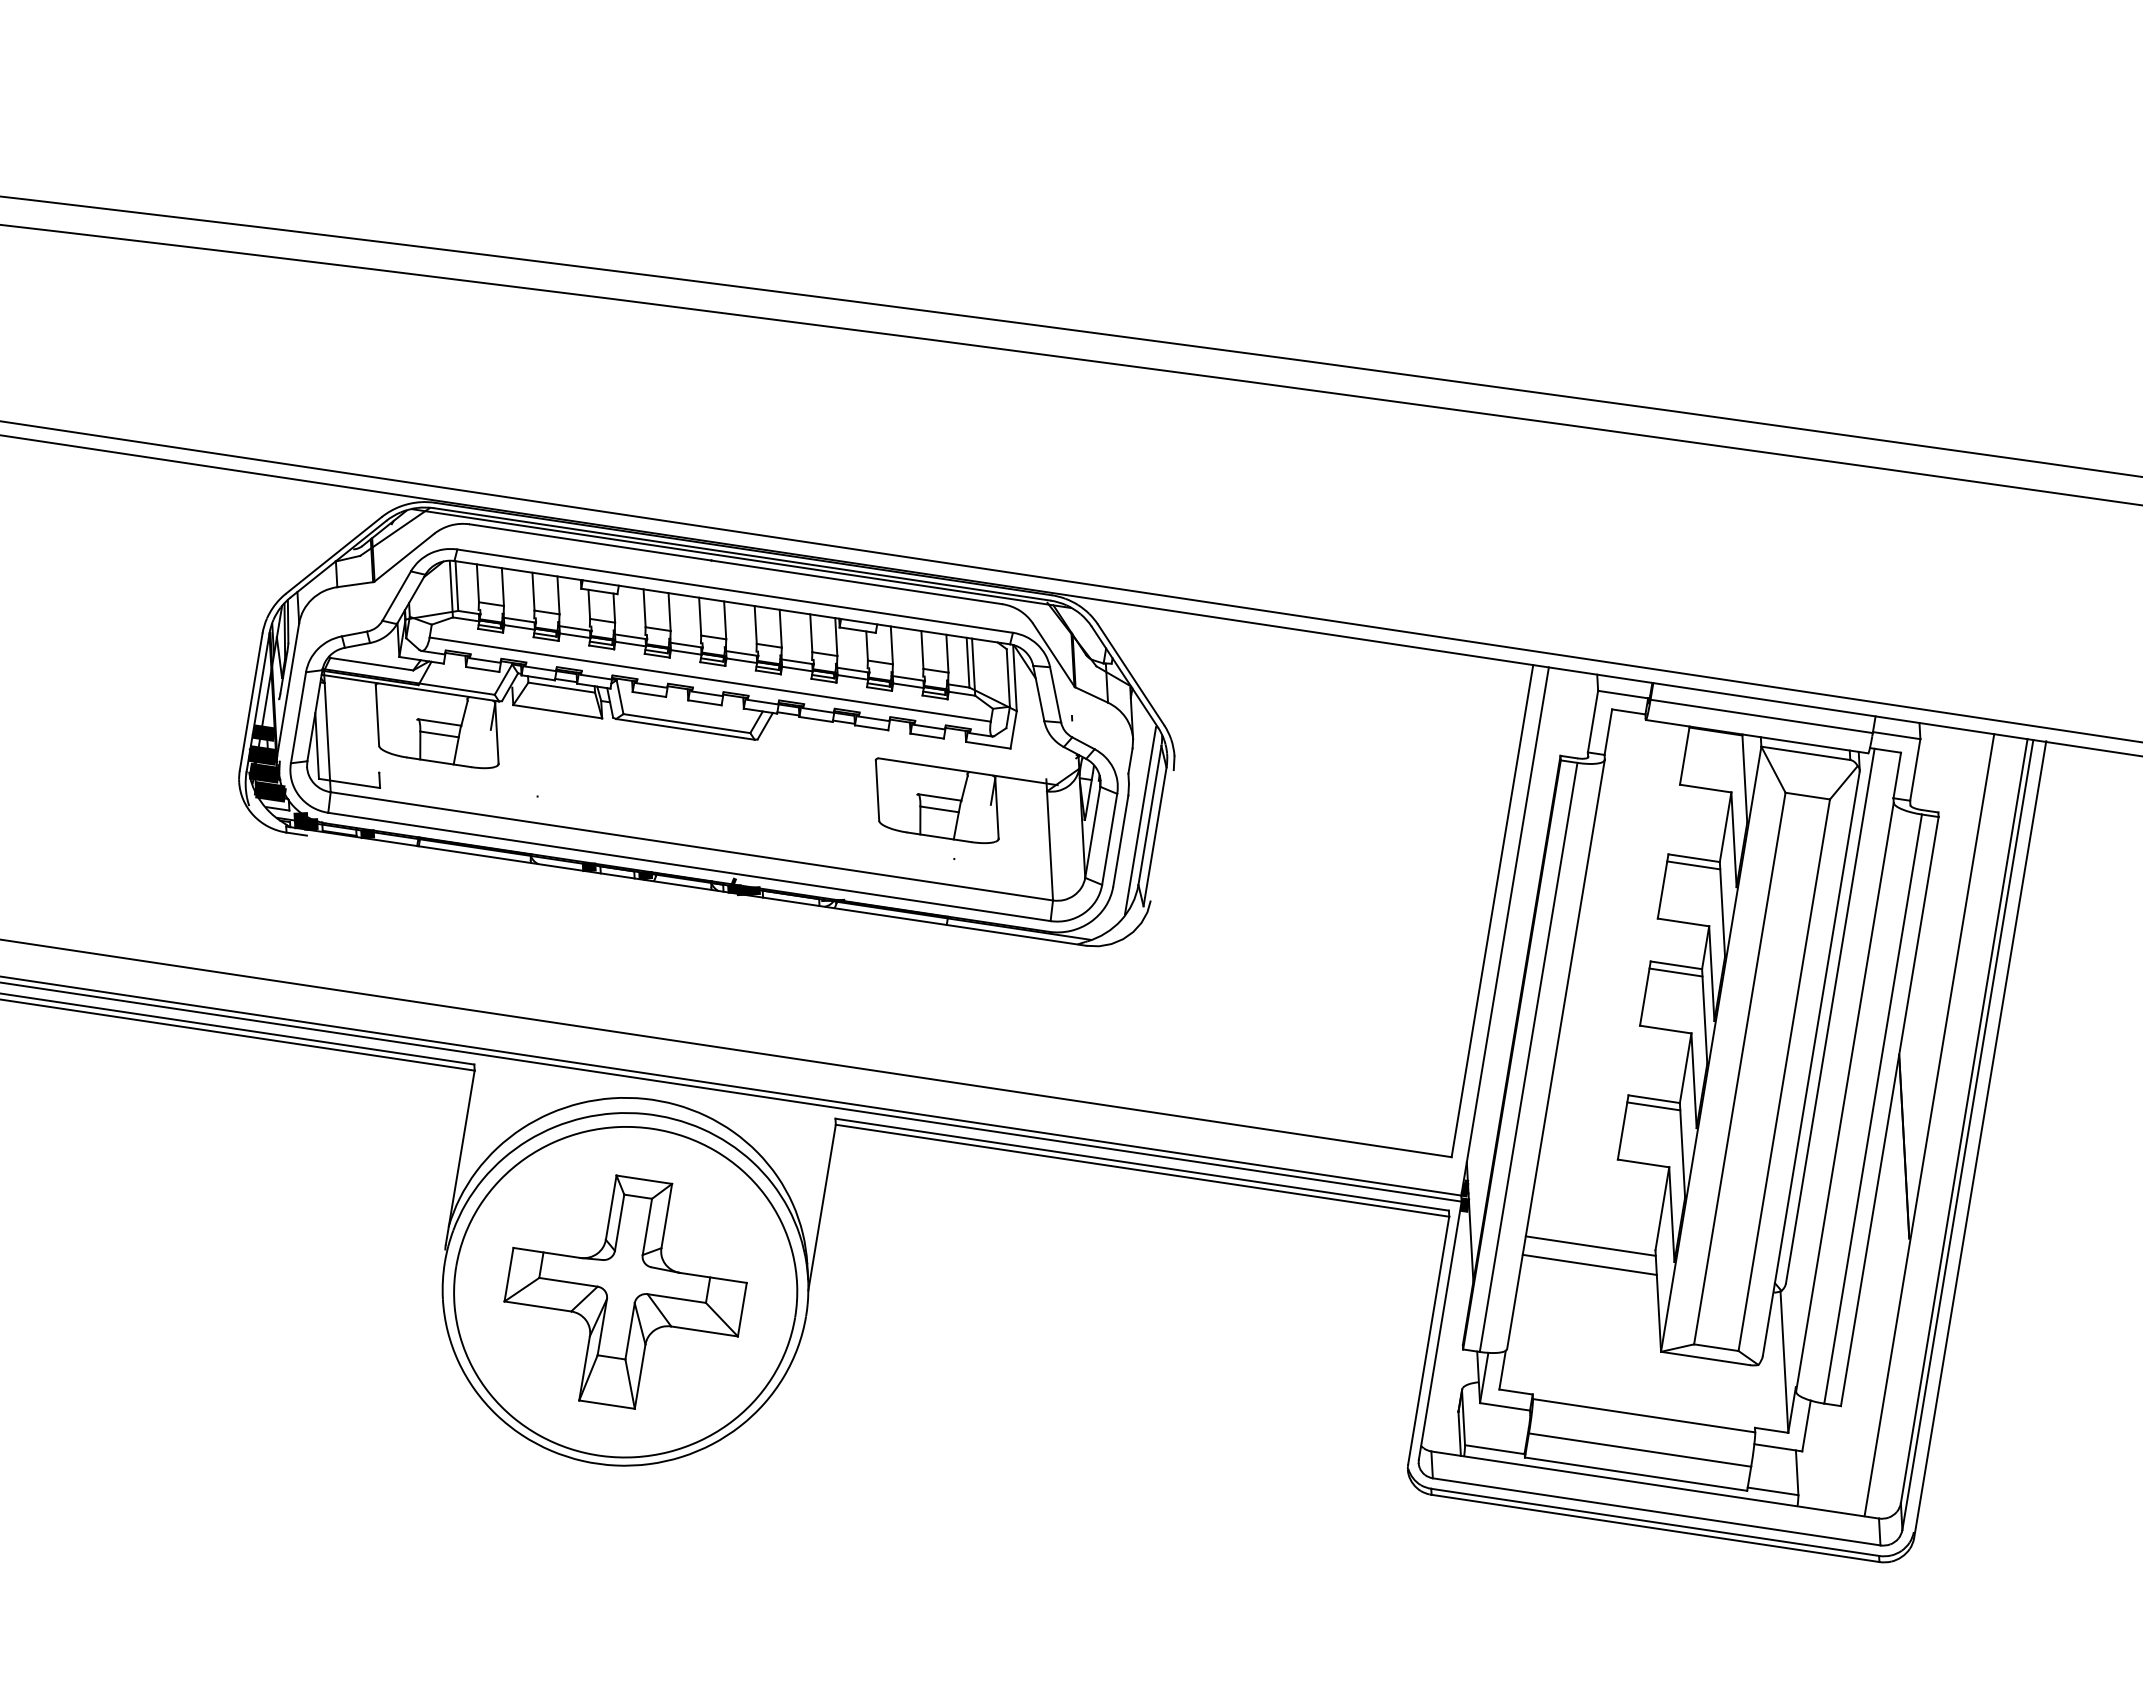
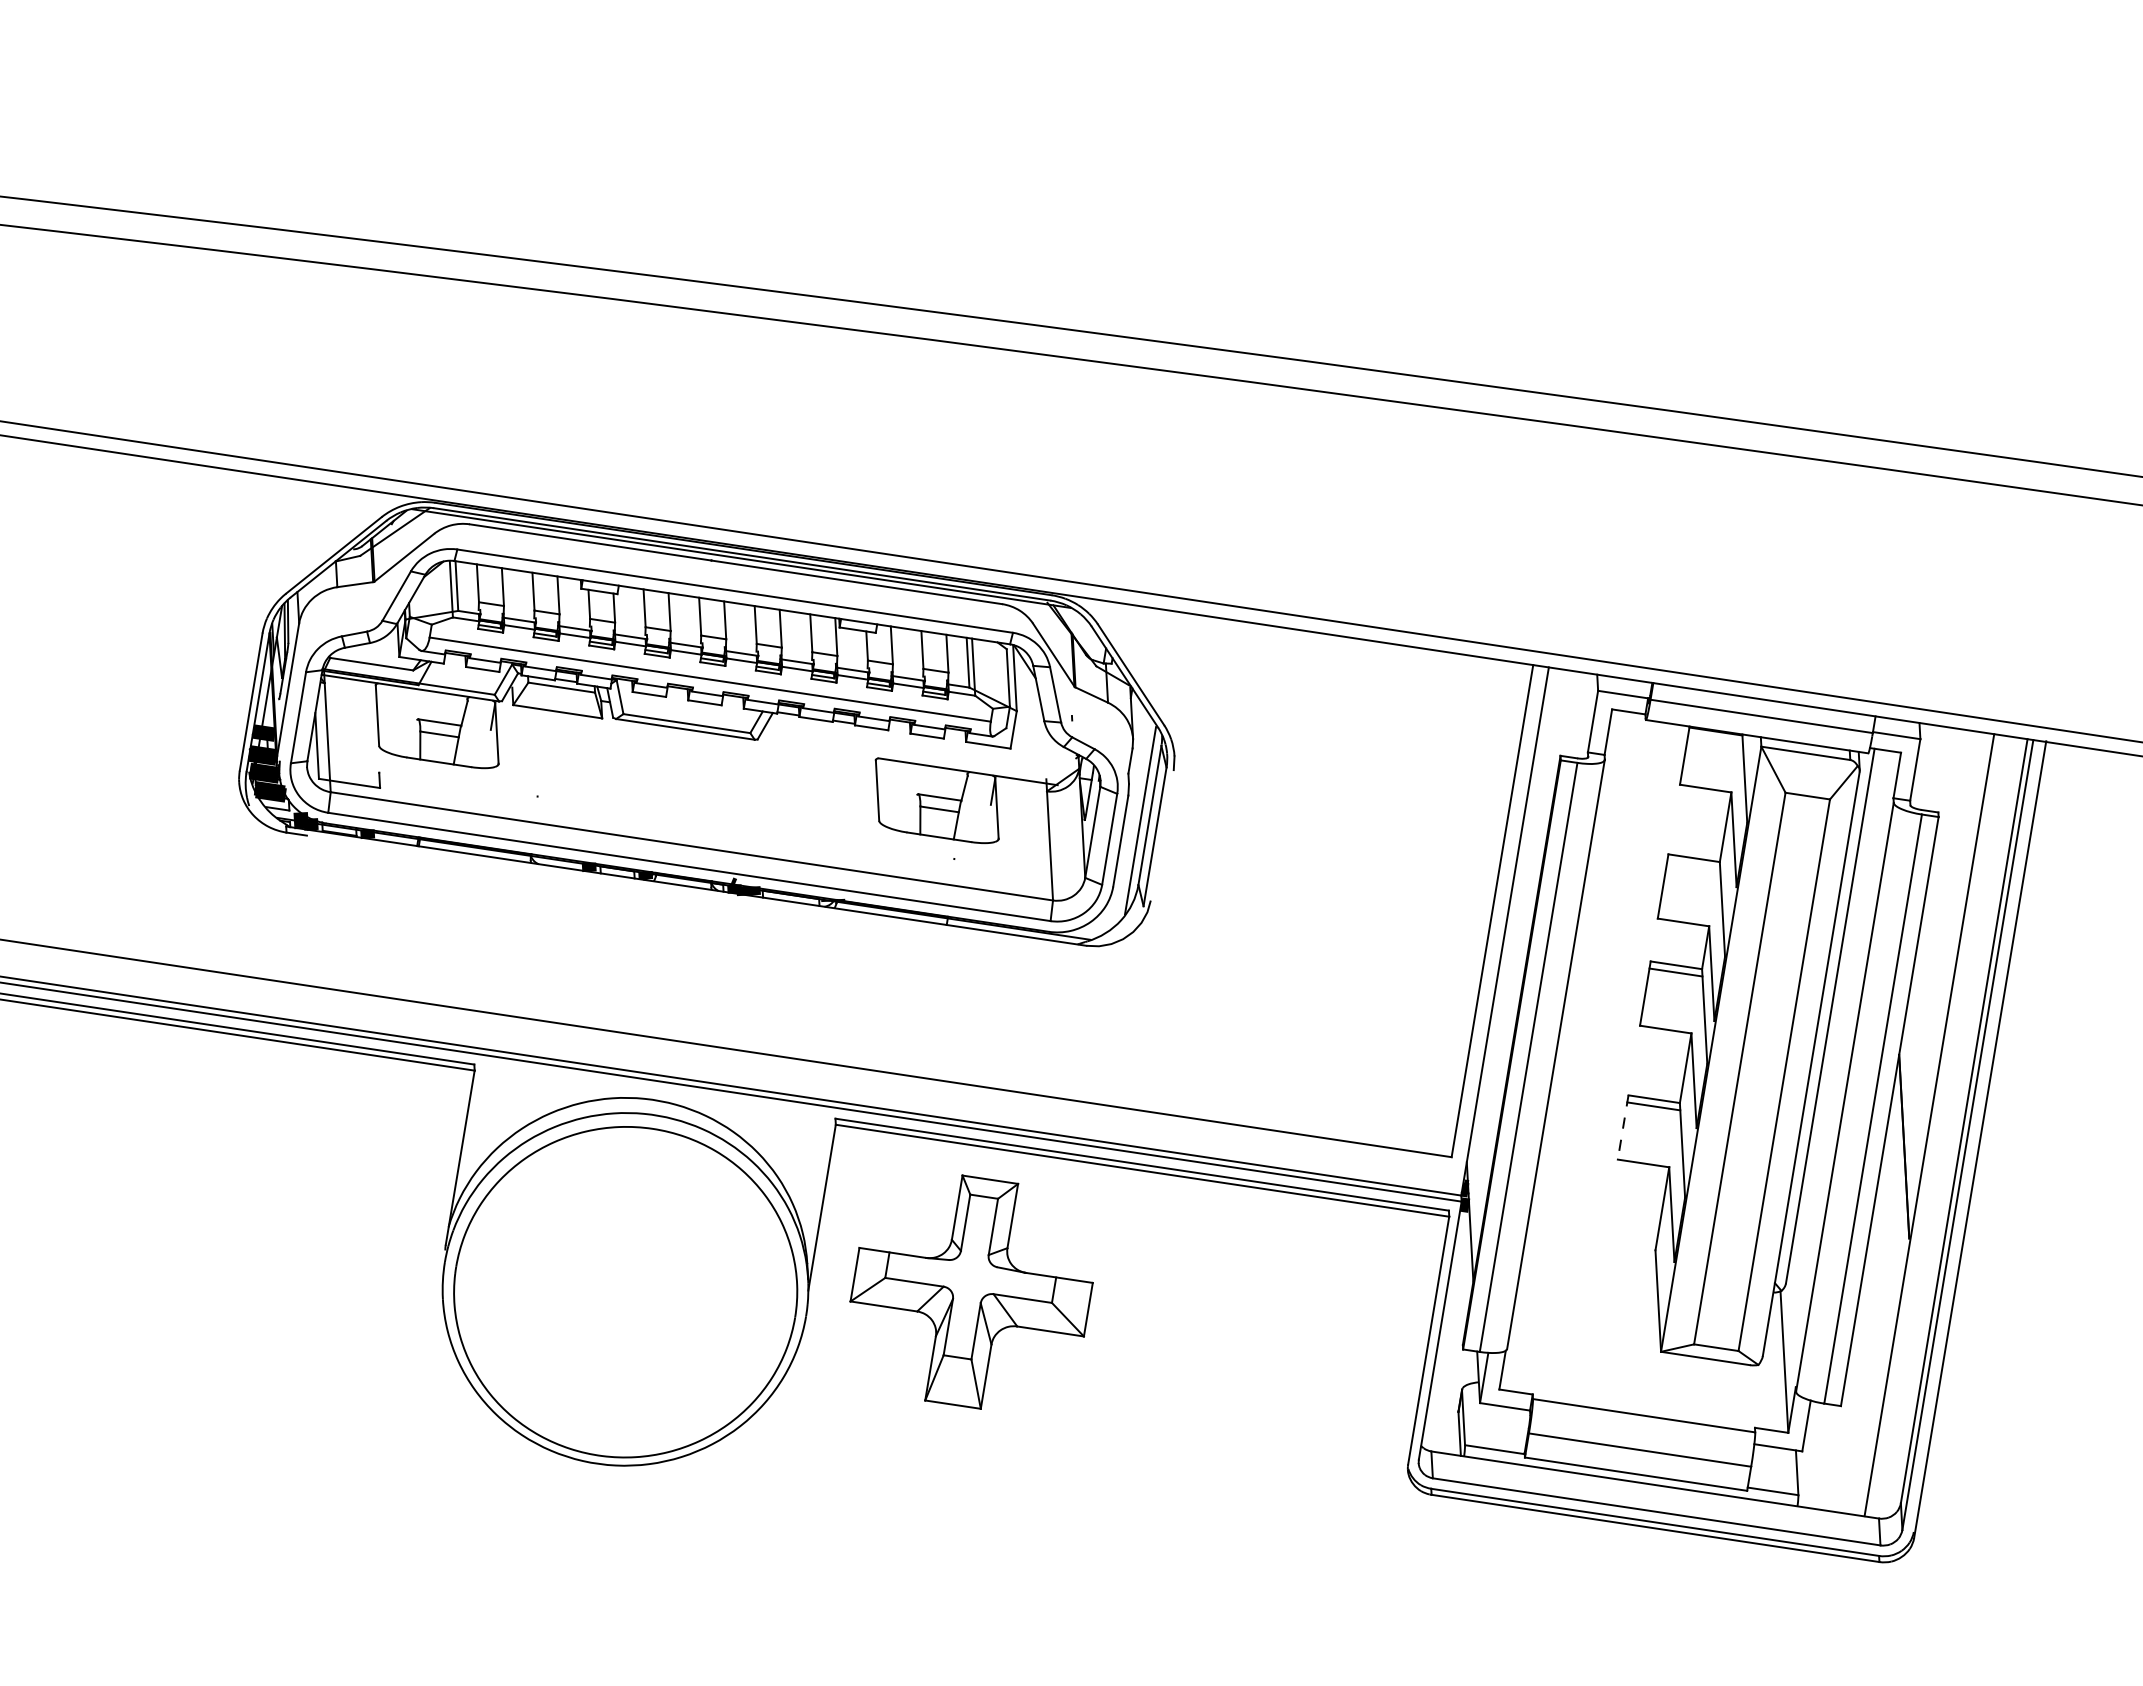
line at (1693, 865): present -> none
line at (1623, 1127): solid -> dashed
line at (1590, 1245): present -> none
line at (1589, 1264): present -> none
part at (625, 1291) position: (625, 1291) -> (971, 1291)
